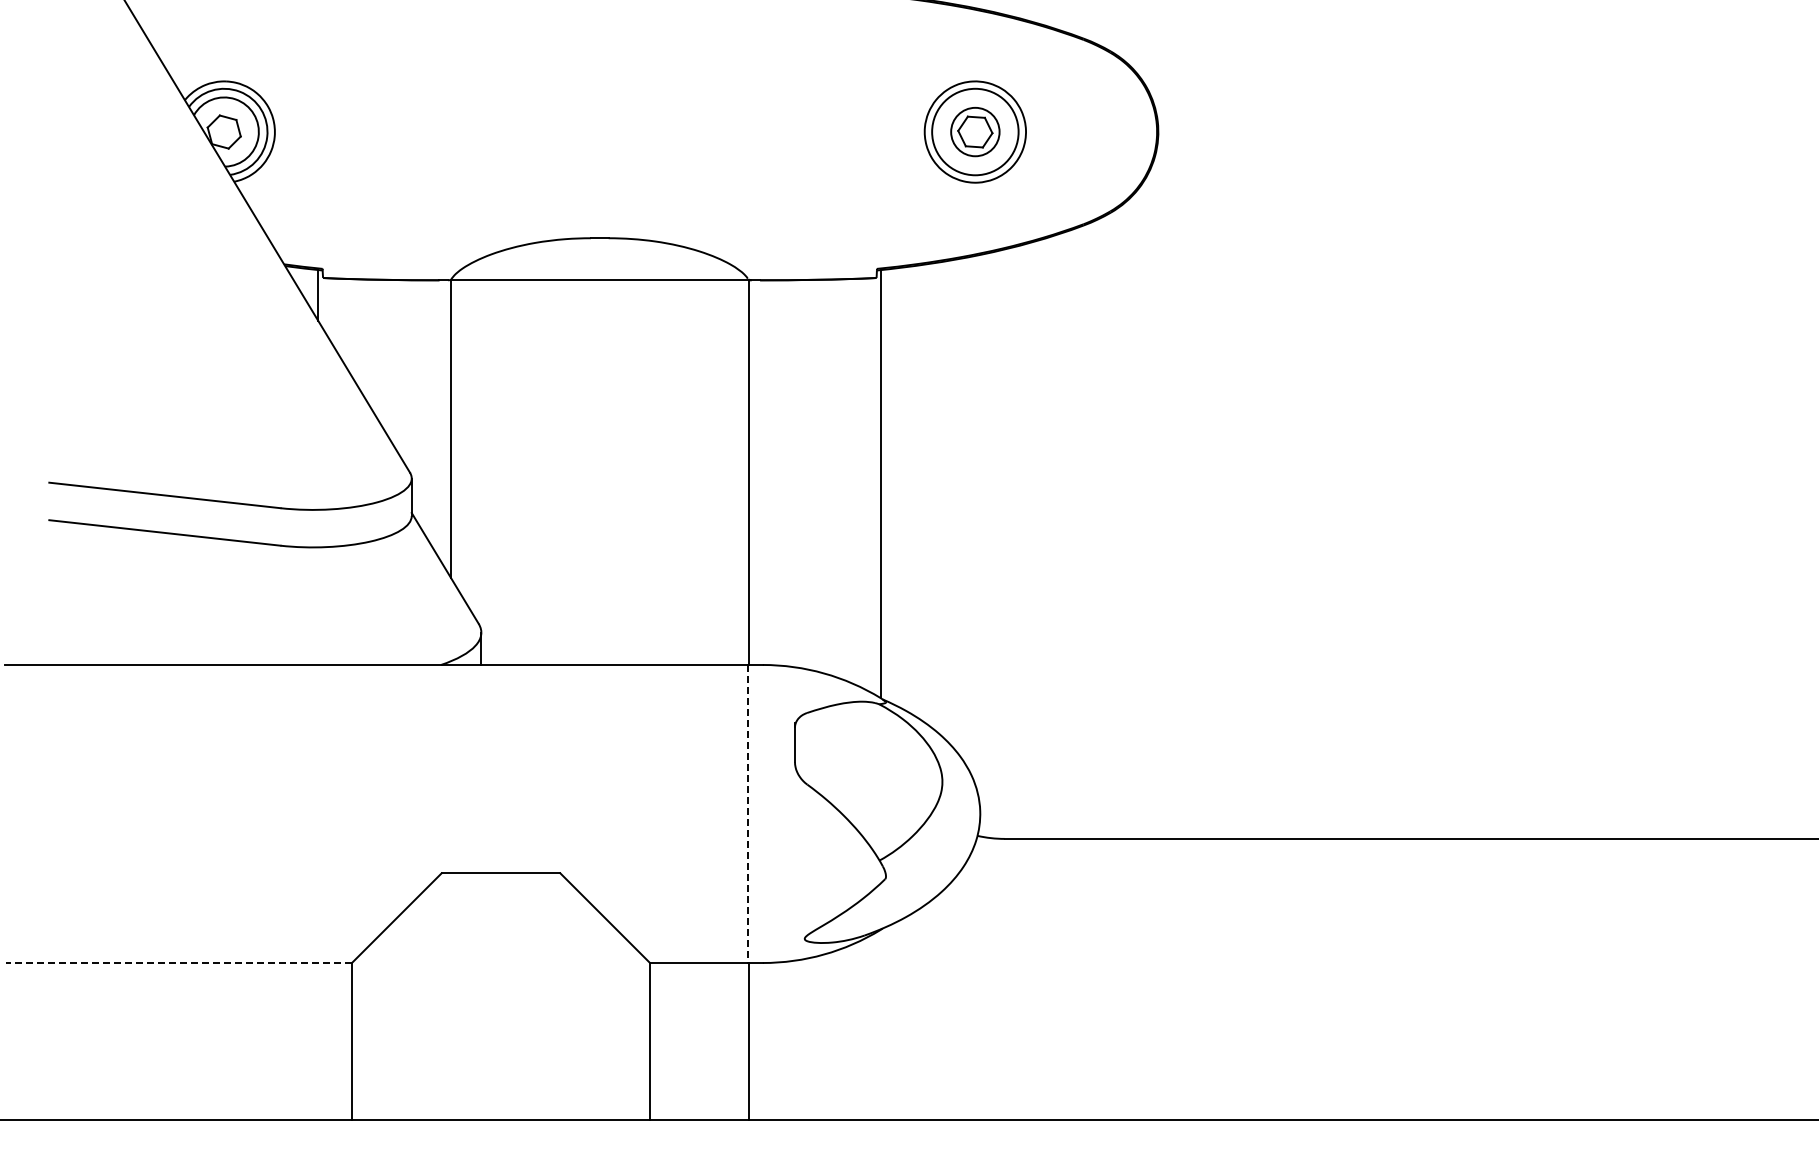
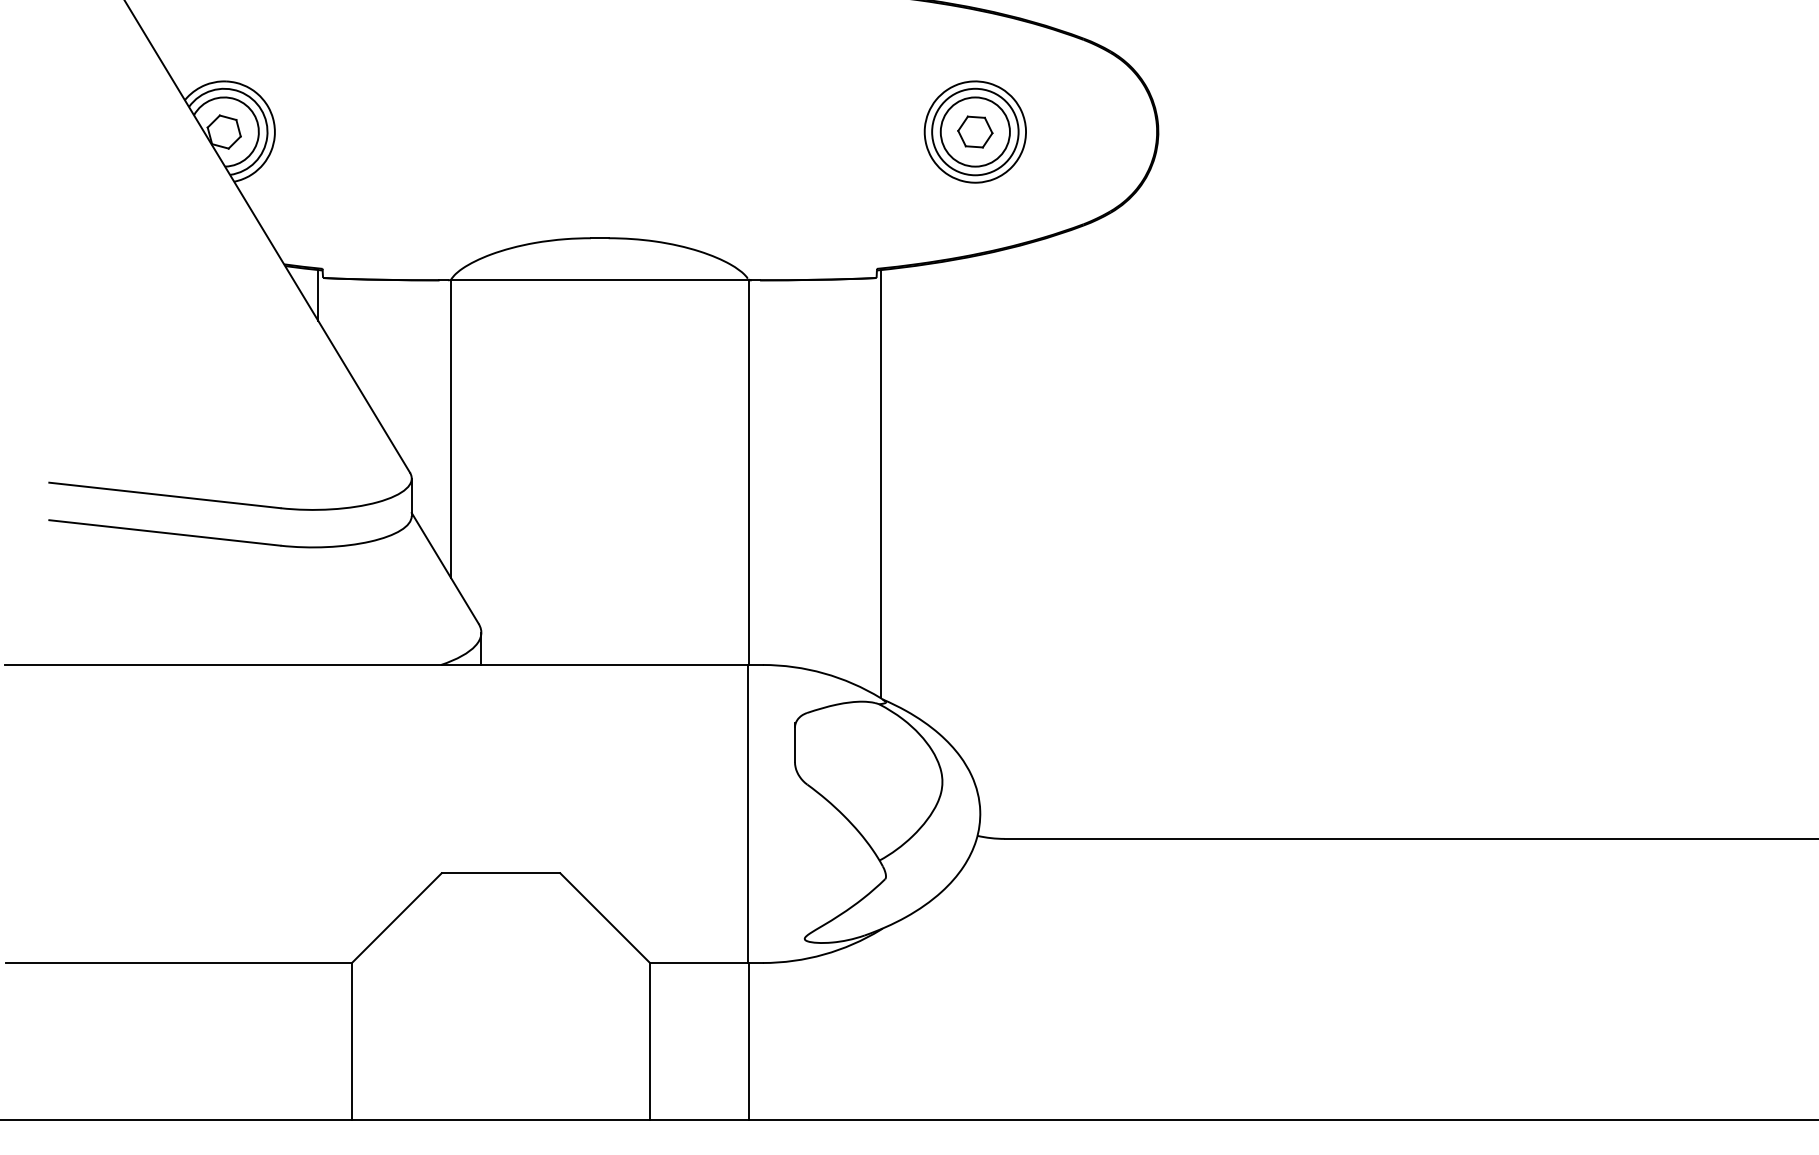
circle at (975, 131) diameter: 48 px -> 69 px
line at (748, 813): dashed -> solid
line at (179, 962): dashed -> solid
